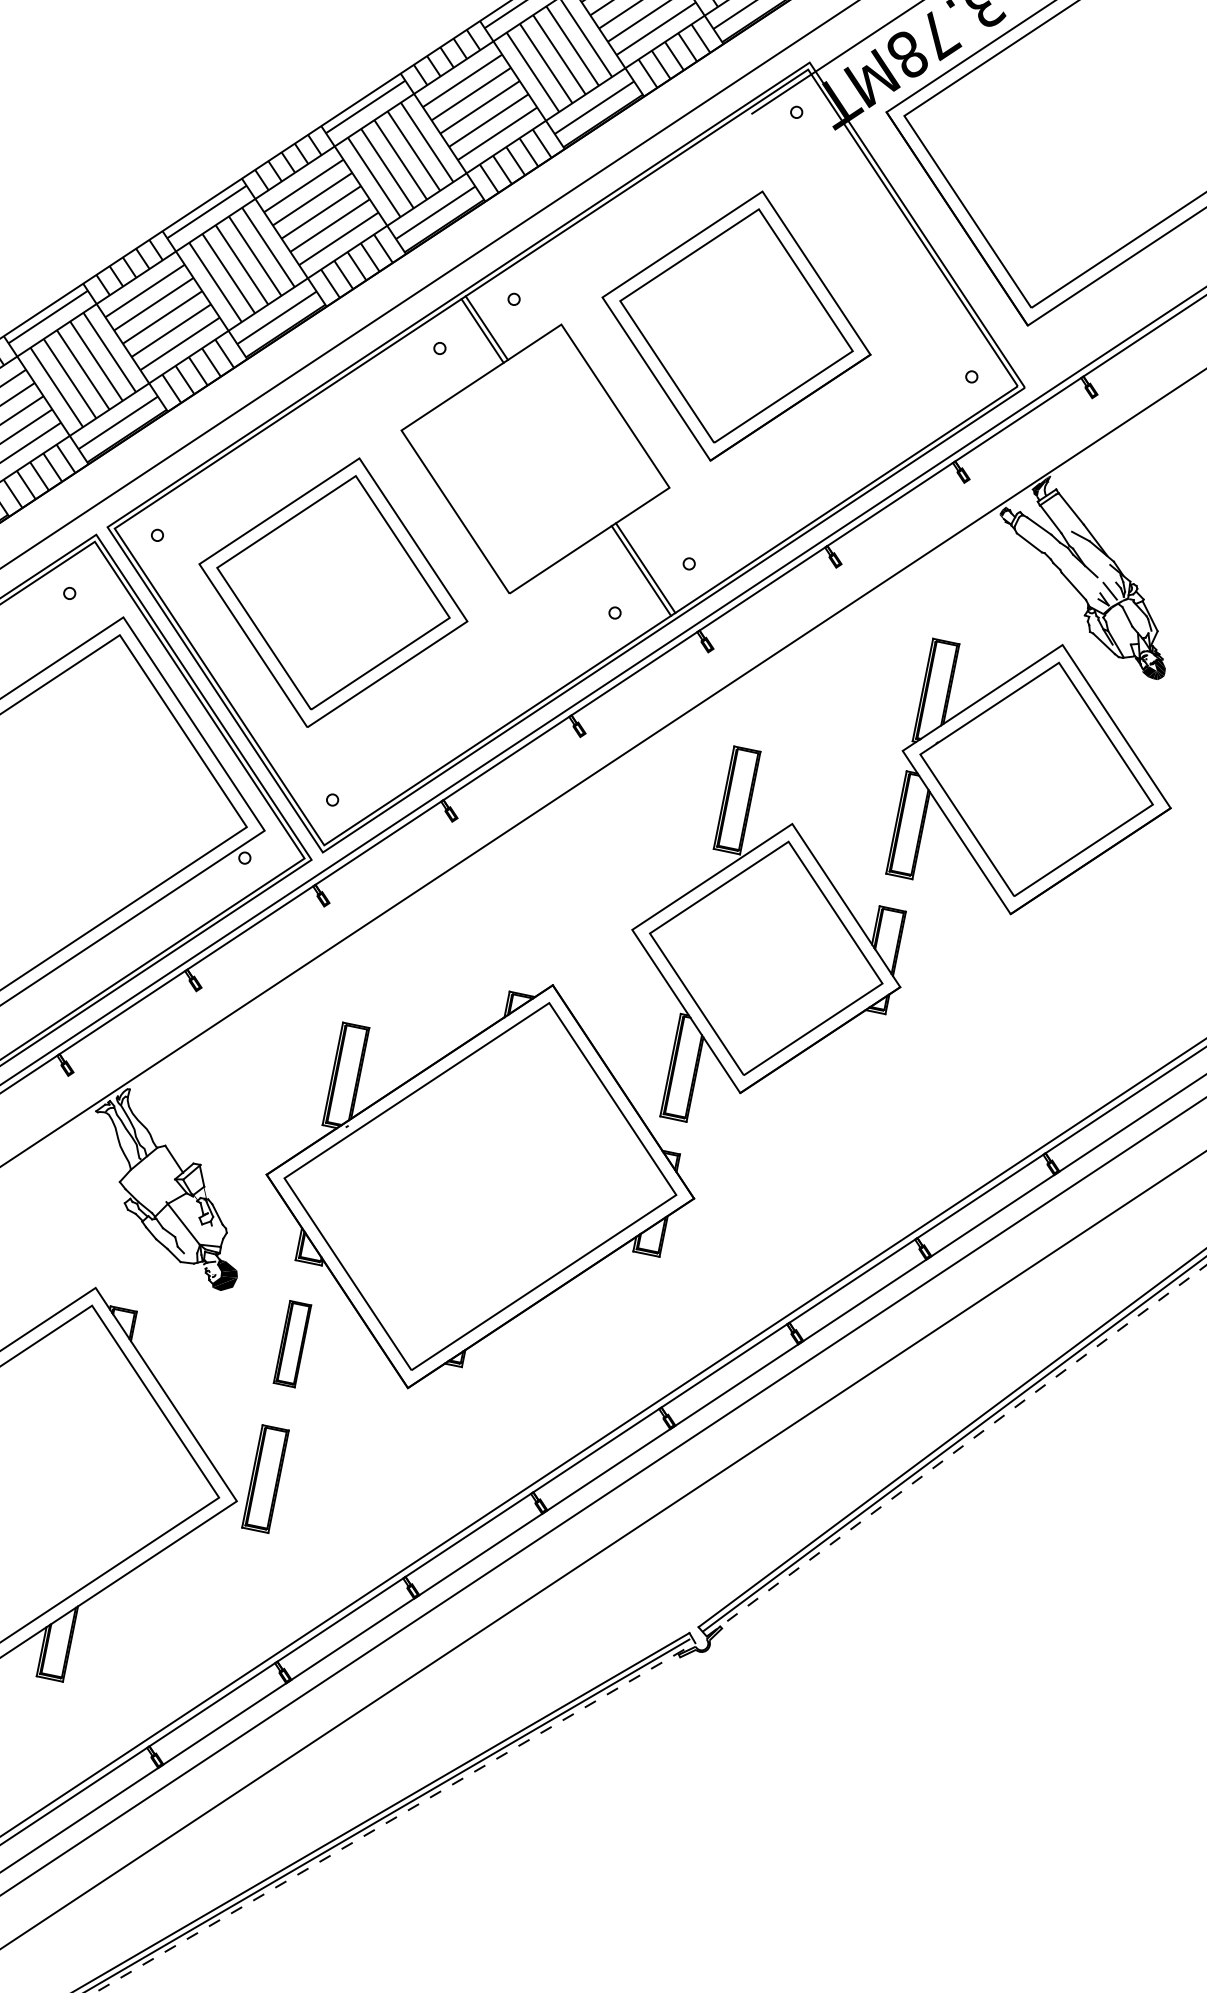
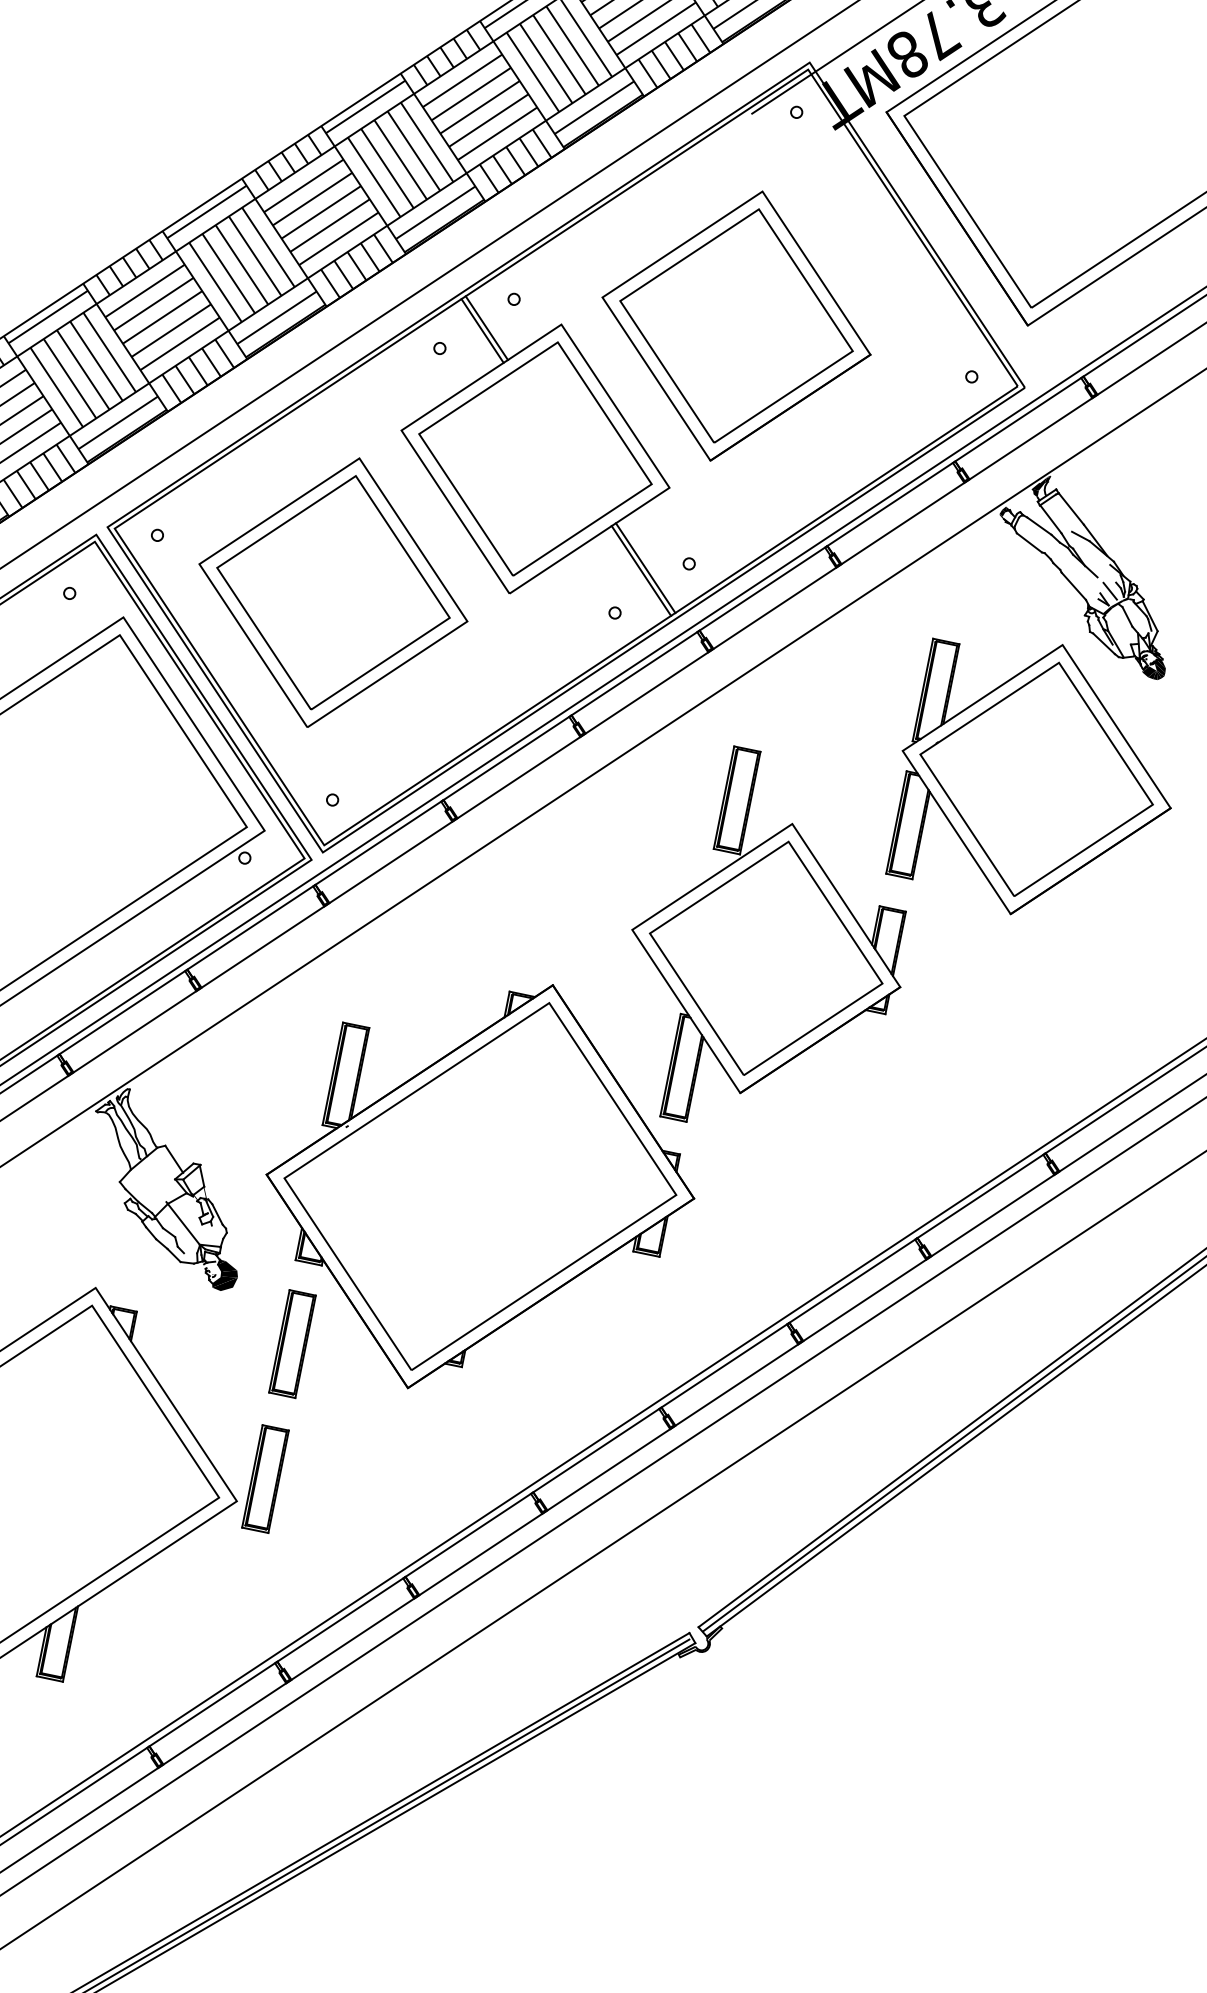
part at (535, 458): none -> present
line at (602, 721): none -> present
part at (292, 1344) size: 41x89 px -> 49x111 px
line at (957, 1450): dashed -> solid
line at (395, 1817): dashed -> solid
